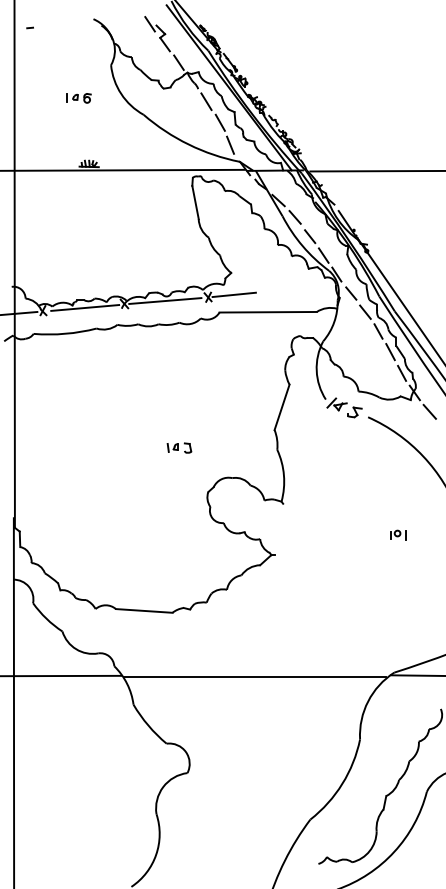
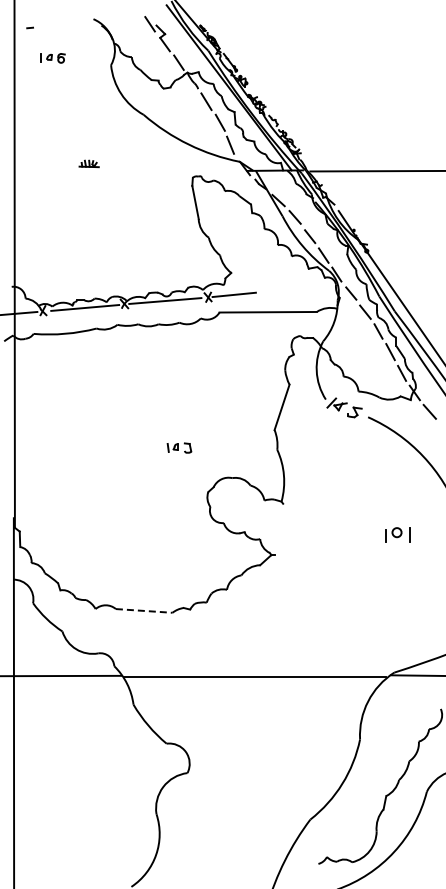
part at (78, 98) position: (78, 98) -> (52, 58)
line at (123, 169): present -> none
part at (398, 534) size: 17x12 px -> 26x16 px
line at (144, 610): solid -> dashed
